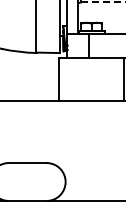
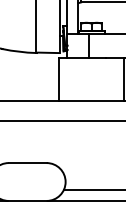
line at (103, 2): dashed -> solid
line at (62, 120): none -> present
line at (92, 190): none -> present
